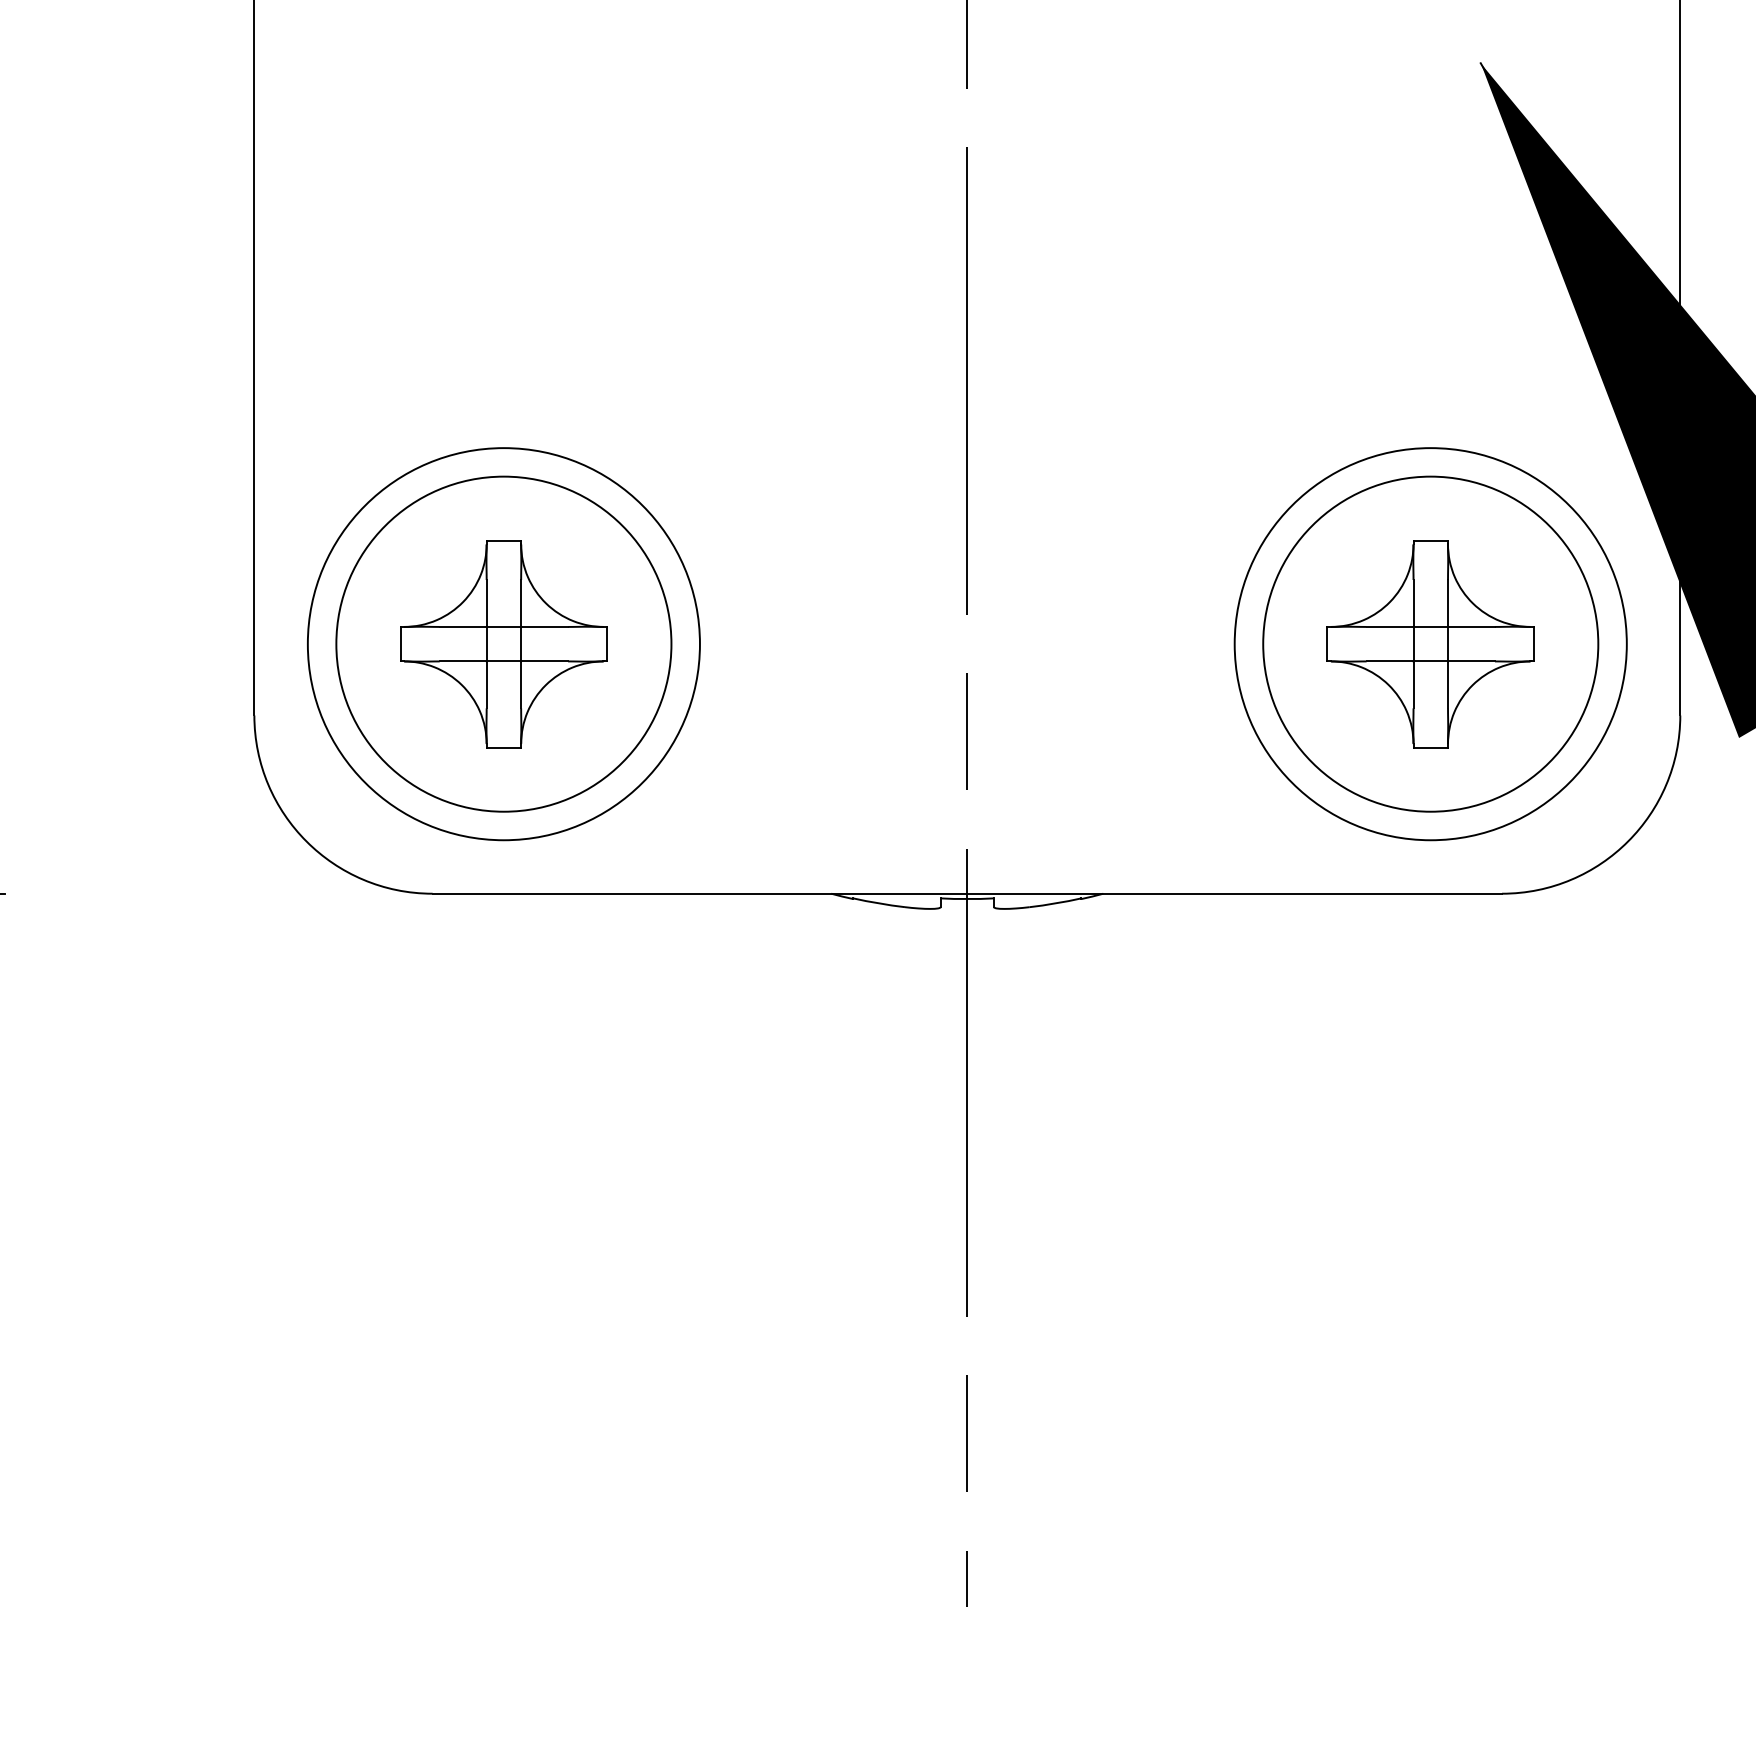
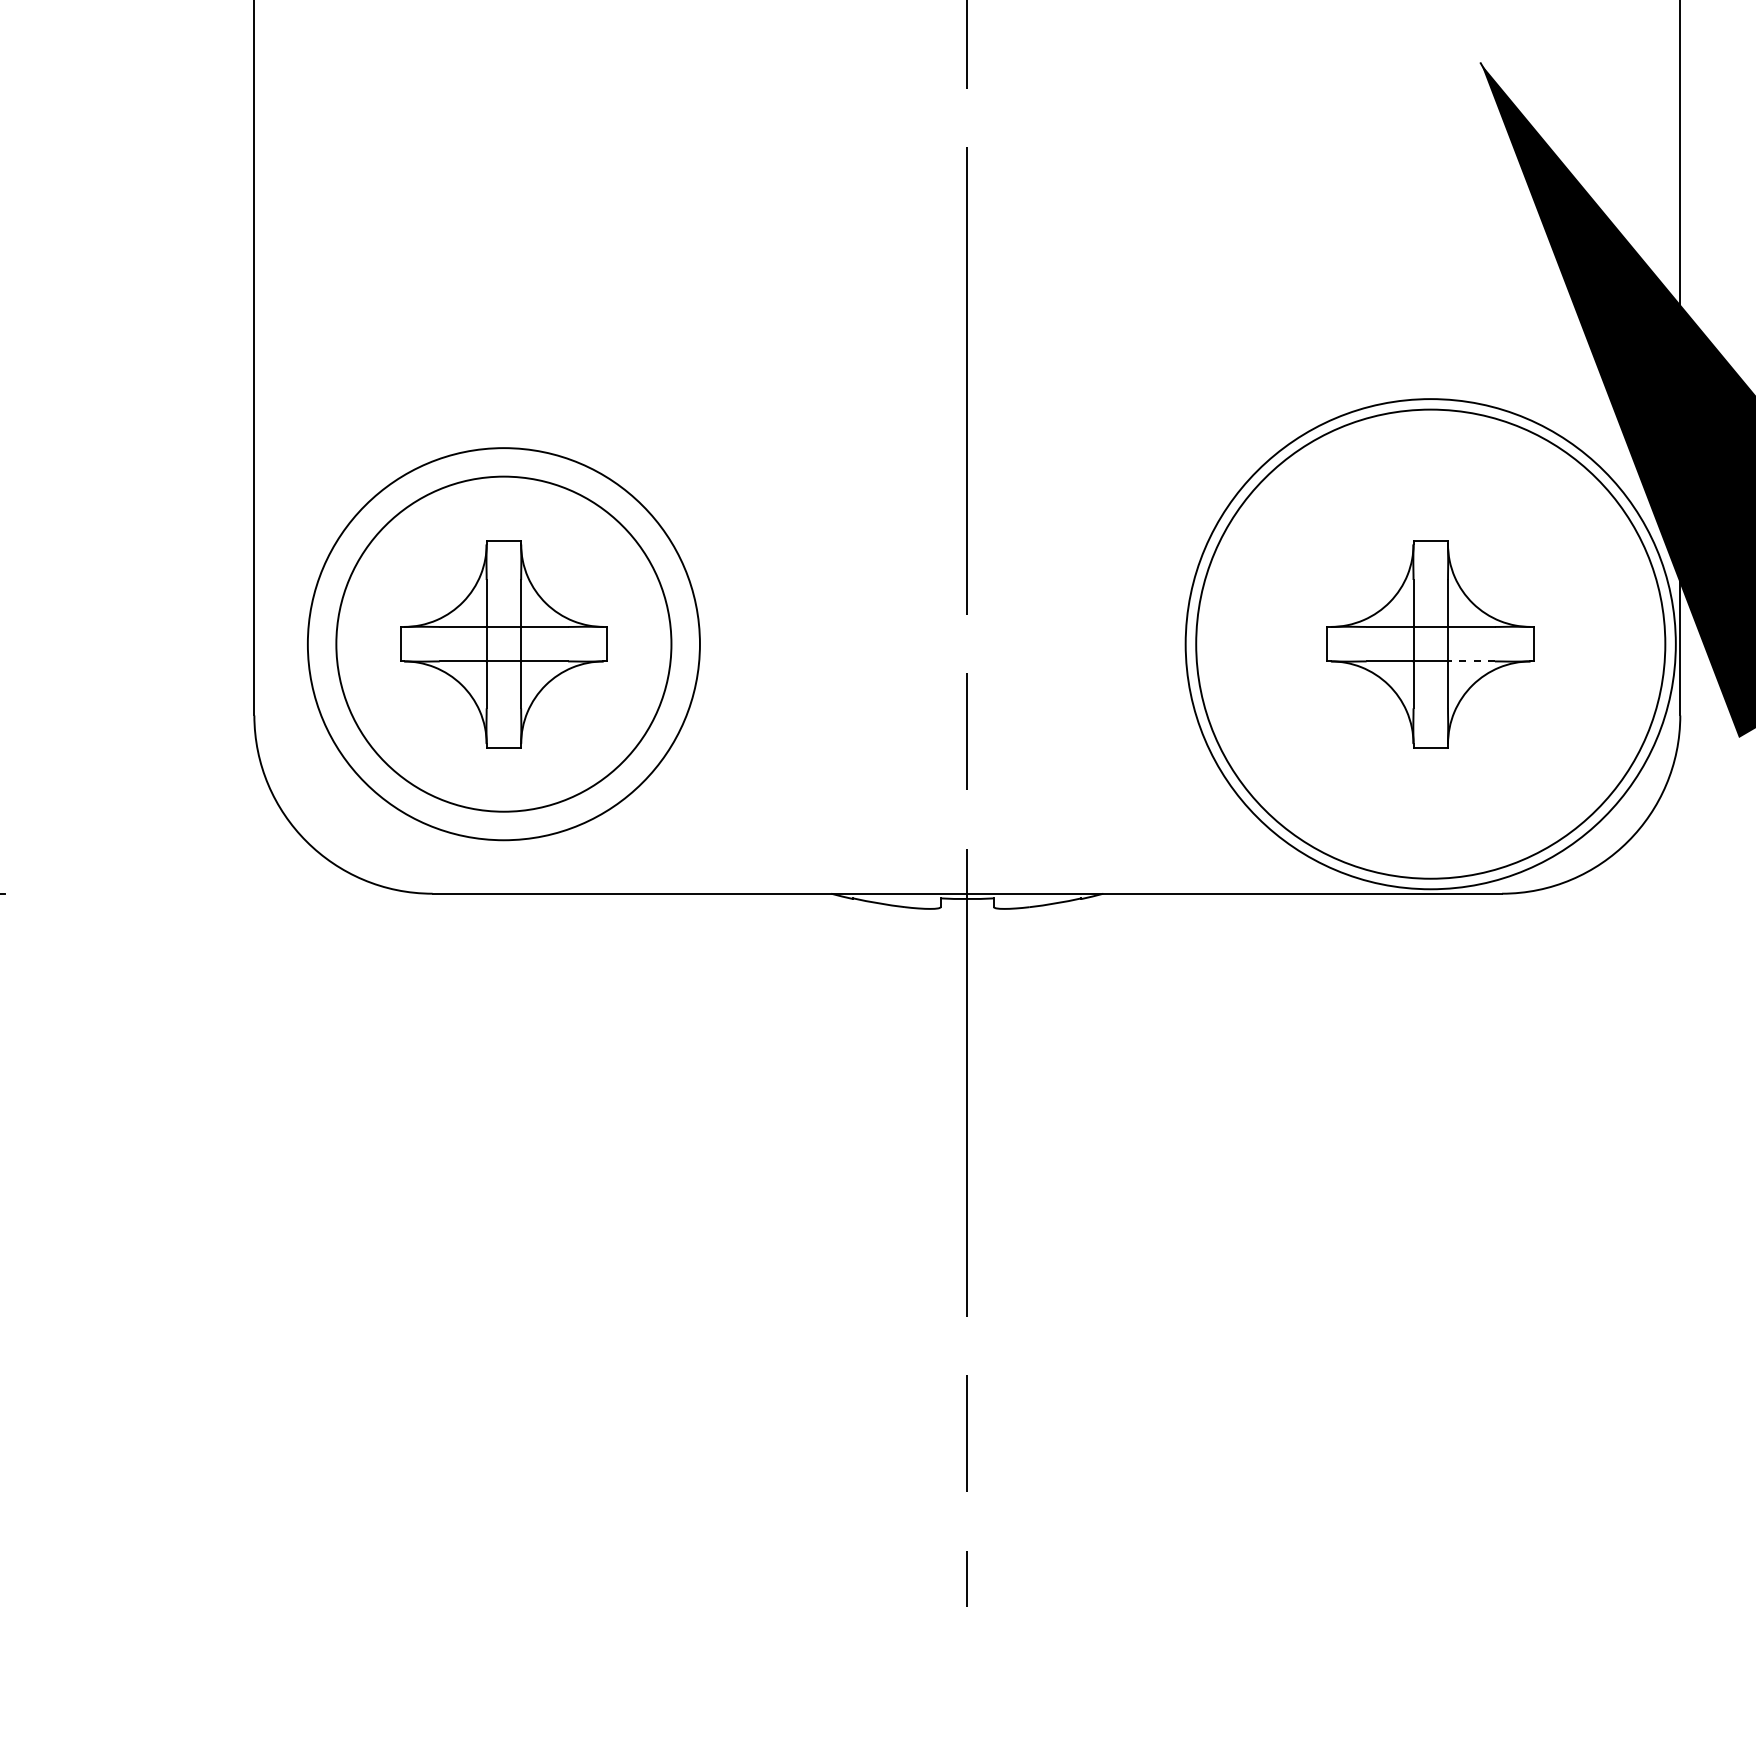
circle at (1430, 643) diameter: 335 px -> 469 px
circle at (1430, 644) diameter: 392 px -> 490 px
line at (1471, 661): solid -> dashed
